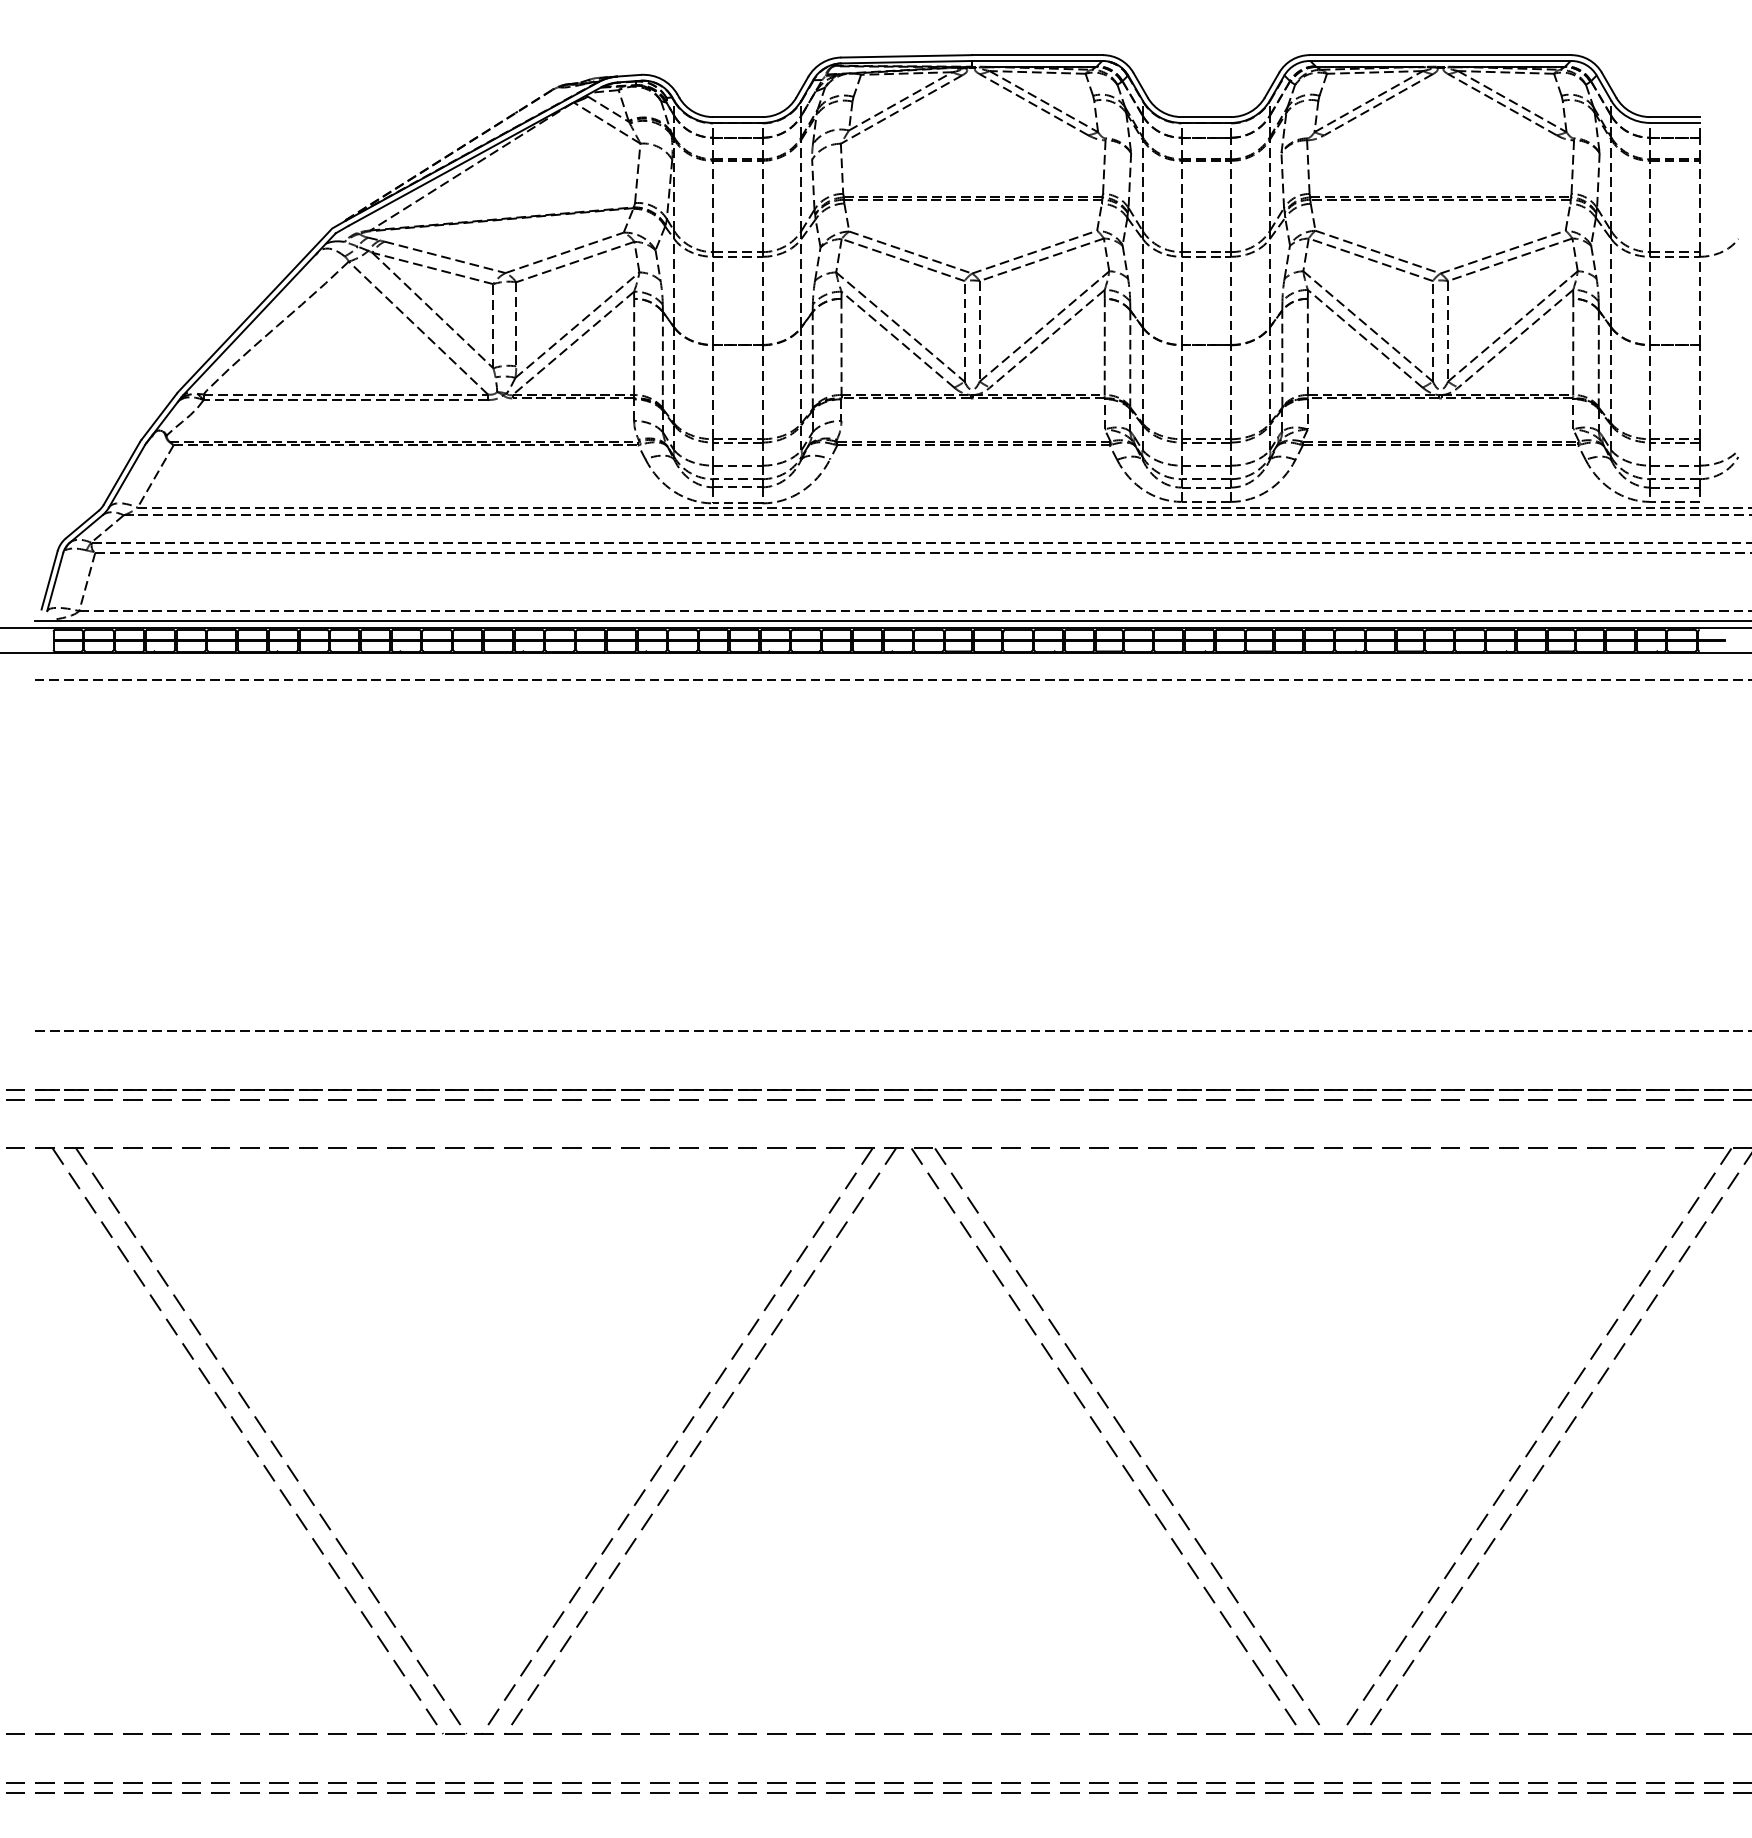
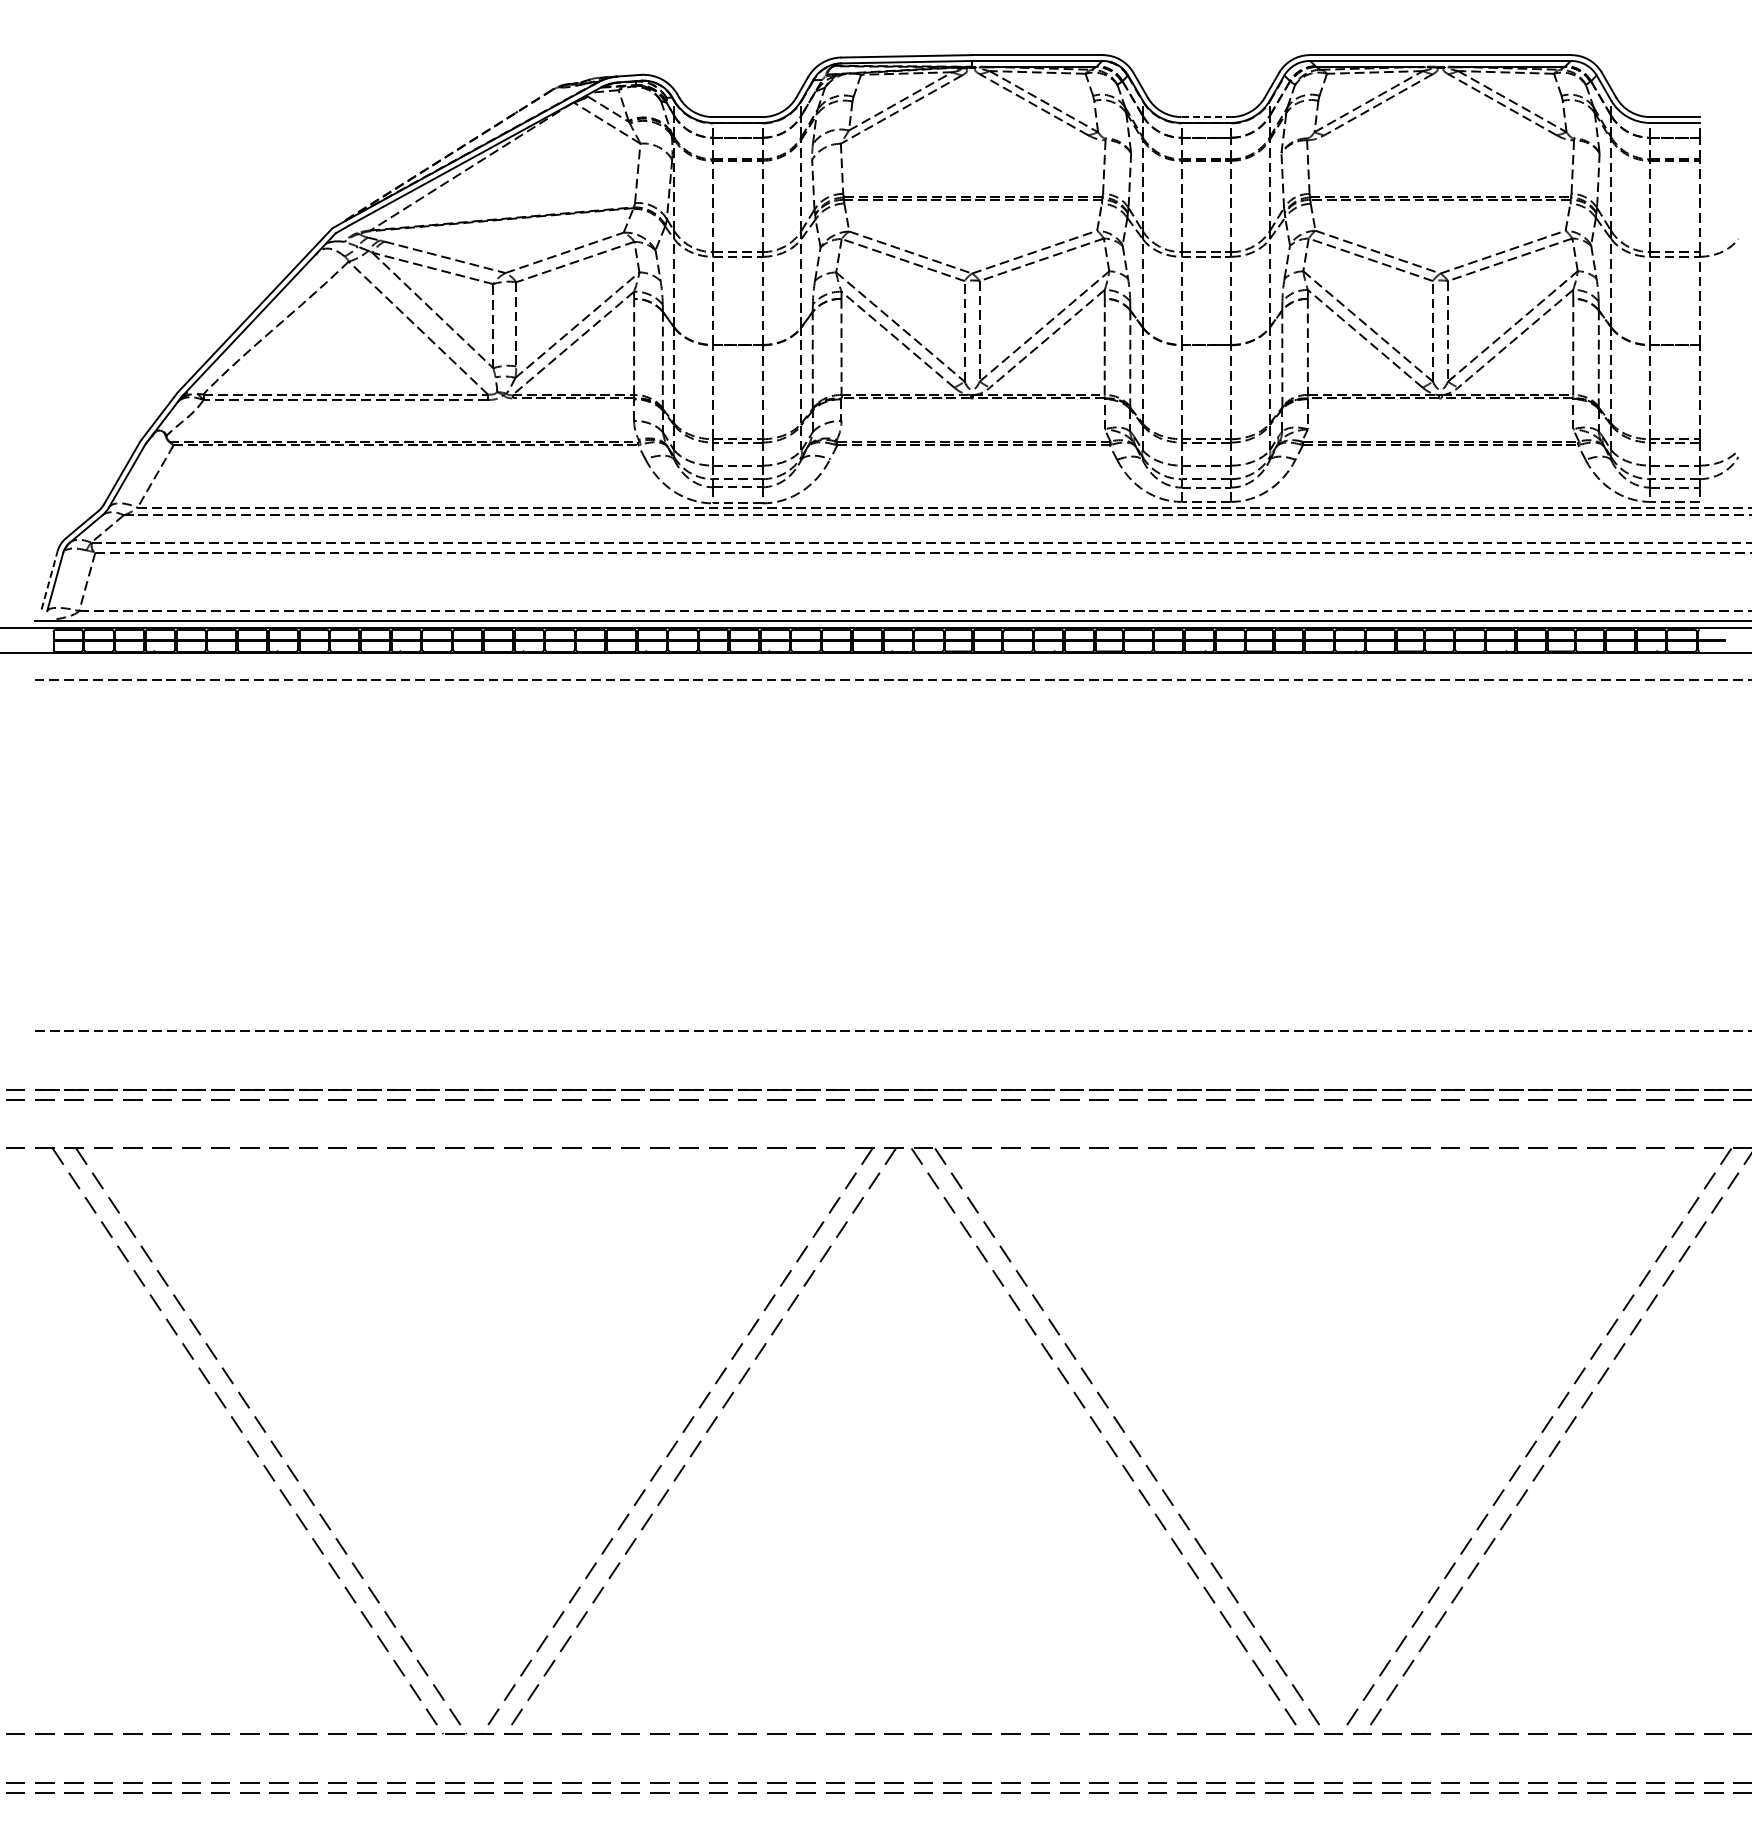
line at (1206, 117): solid -> dashed
line at (49, 579): solid -> dashed
